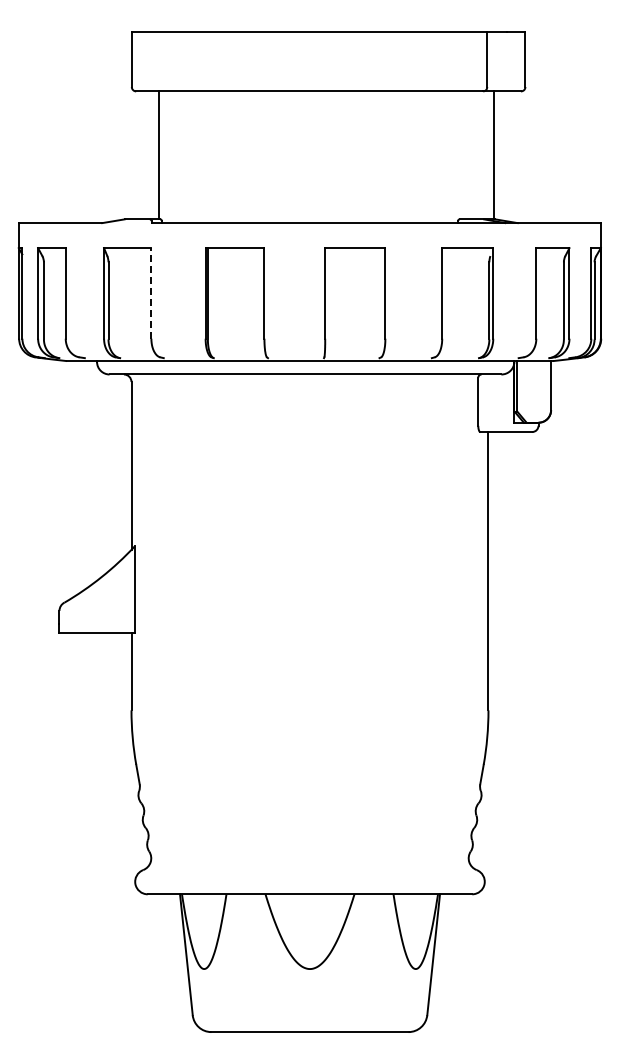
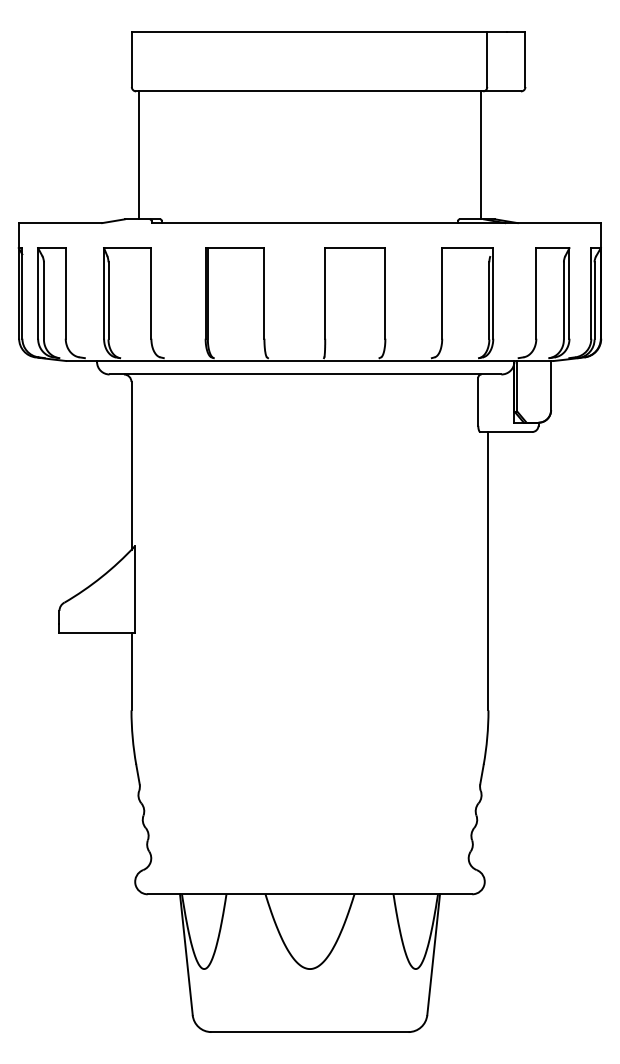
line at (159, 155) position: (159, 155) -> (139, 155)
line at (493, 155) position: (493, 155) -> (480, 155)
line at (151, 292): dashed -> solid
